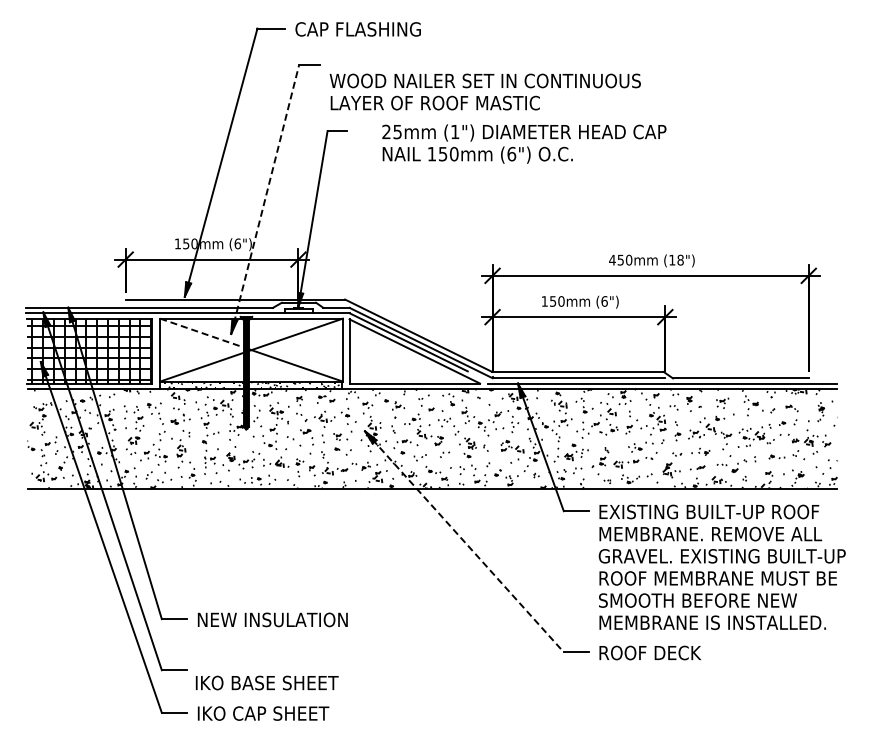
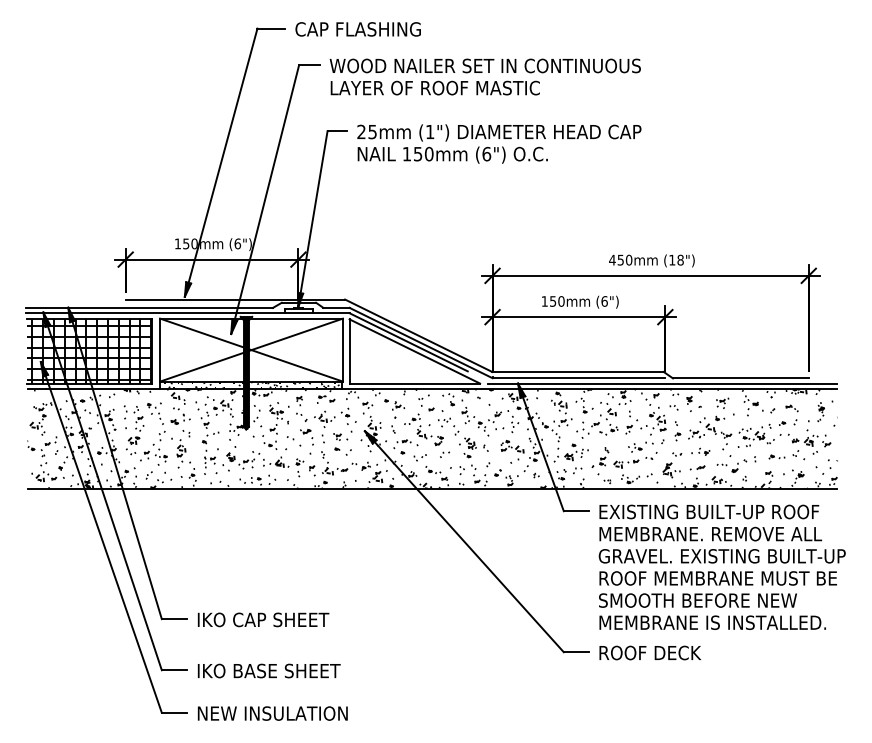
text at (484, 91) position: (484, 91) -> (484, 76)
text at (524, 143) position: (524, 143) -> (499, 143)
line at (265, 199): dashed -> solid
line at (202, 333): dashed -> solid
line at (464, 541): dashed -> solid
text at (273, 619): NEW INSULATION -> IKO CAP SHEET
text at (266, 682) position: (266, 682) -> (268, 670)
text at (273, 713): IKO CAP SHEET -> NEW INSULATION
